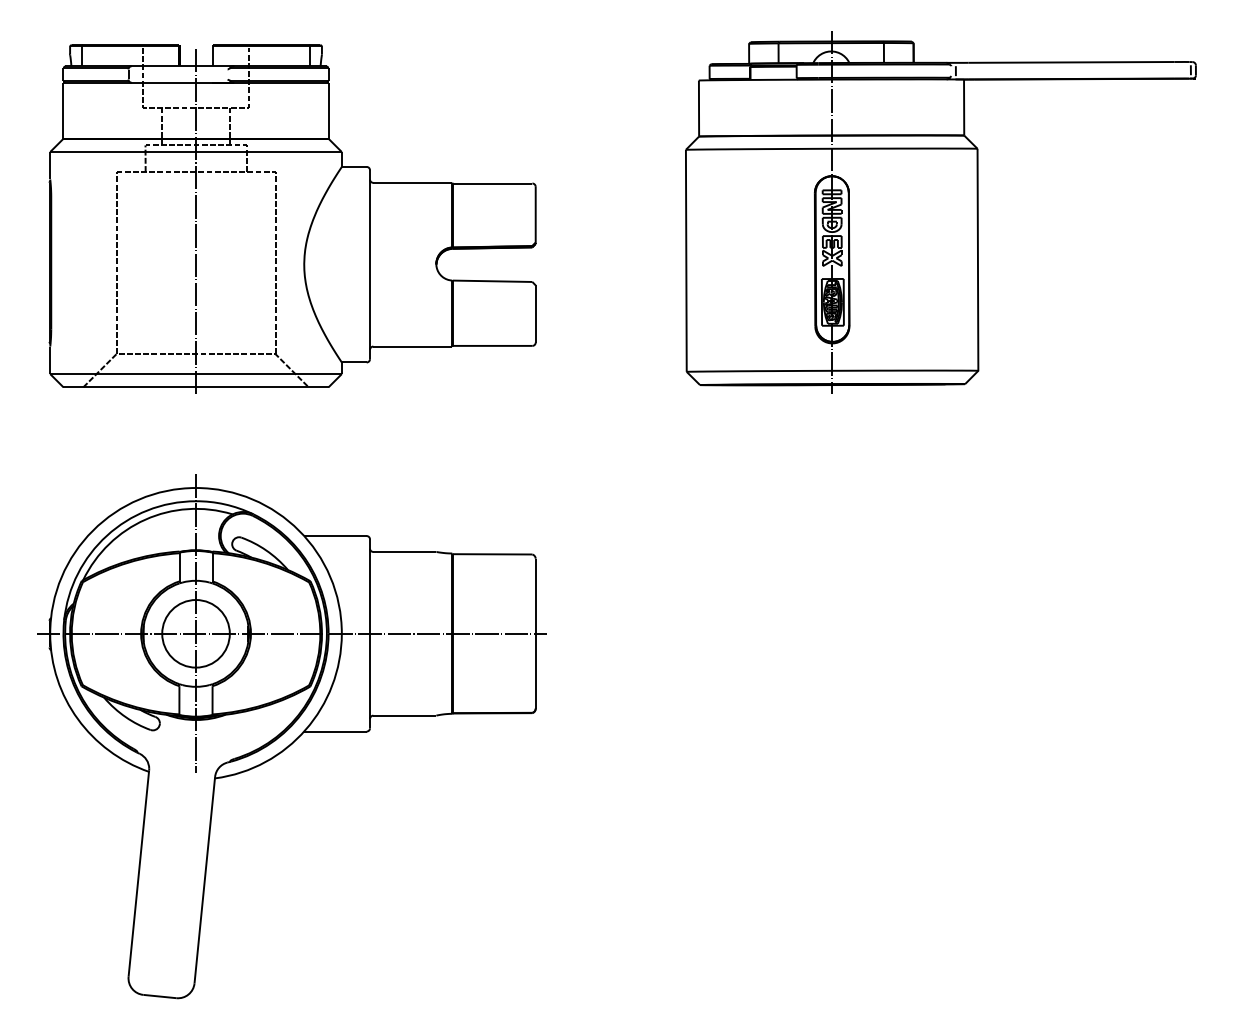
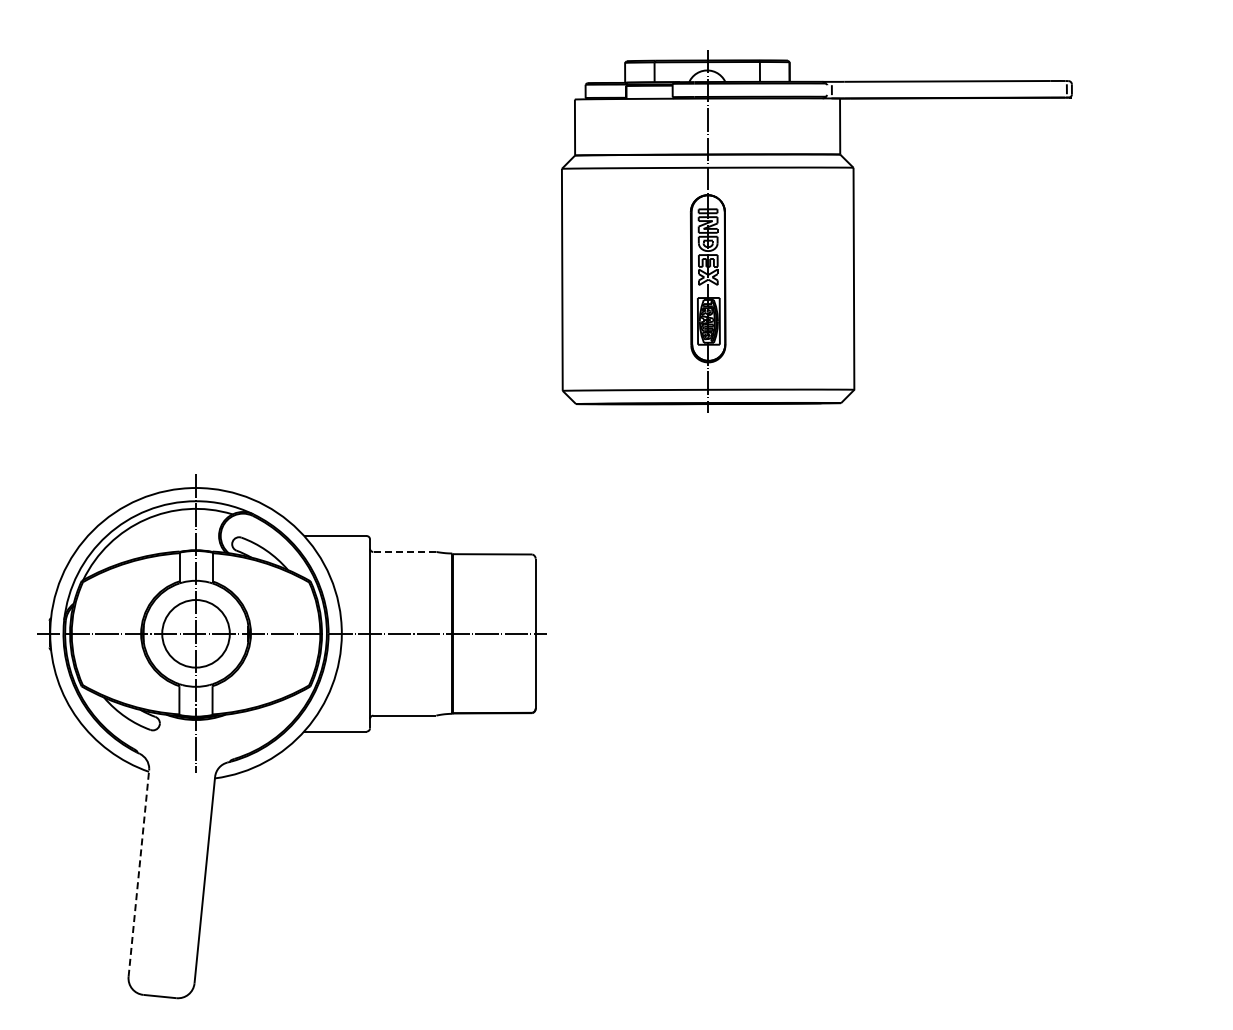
part at (940, 212) position: (940, 212) -> (816, 231)
part at (292, 218): present -> none
line at (404, 551): solid -> dashed
line at (138, 873): solid -> dashed
